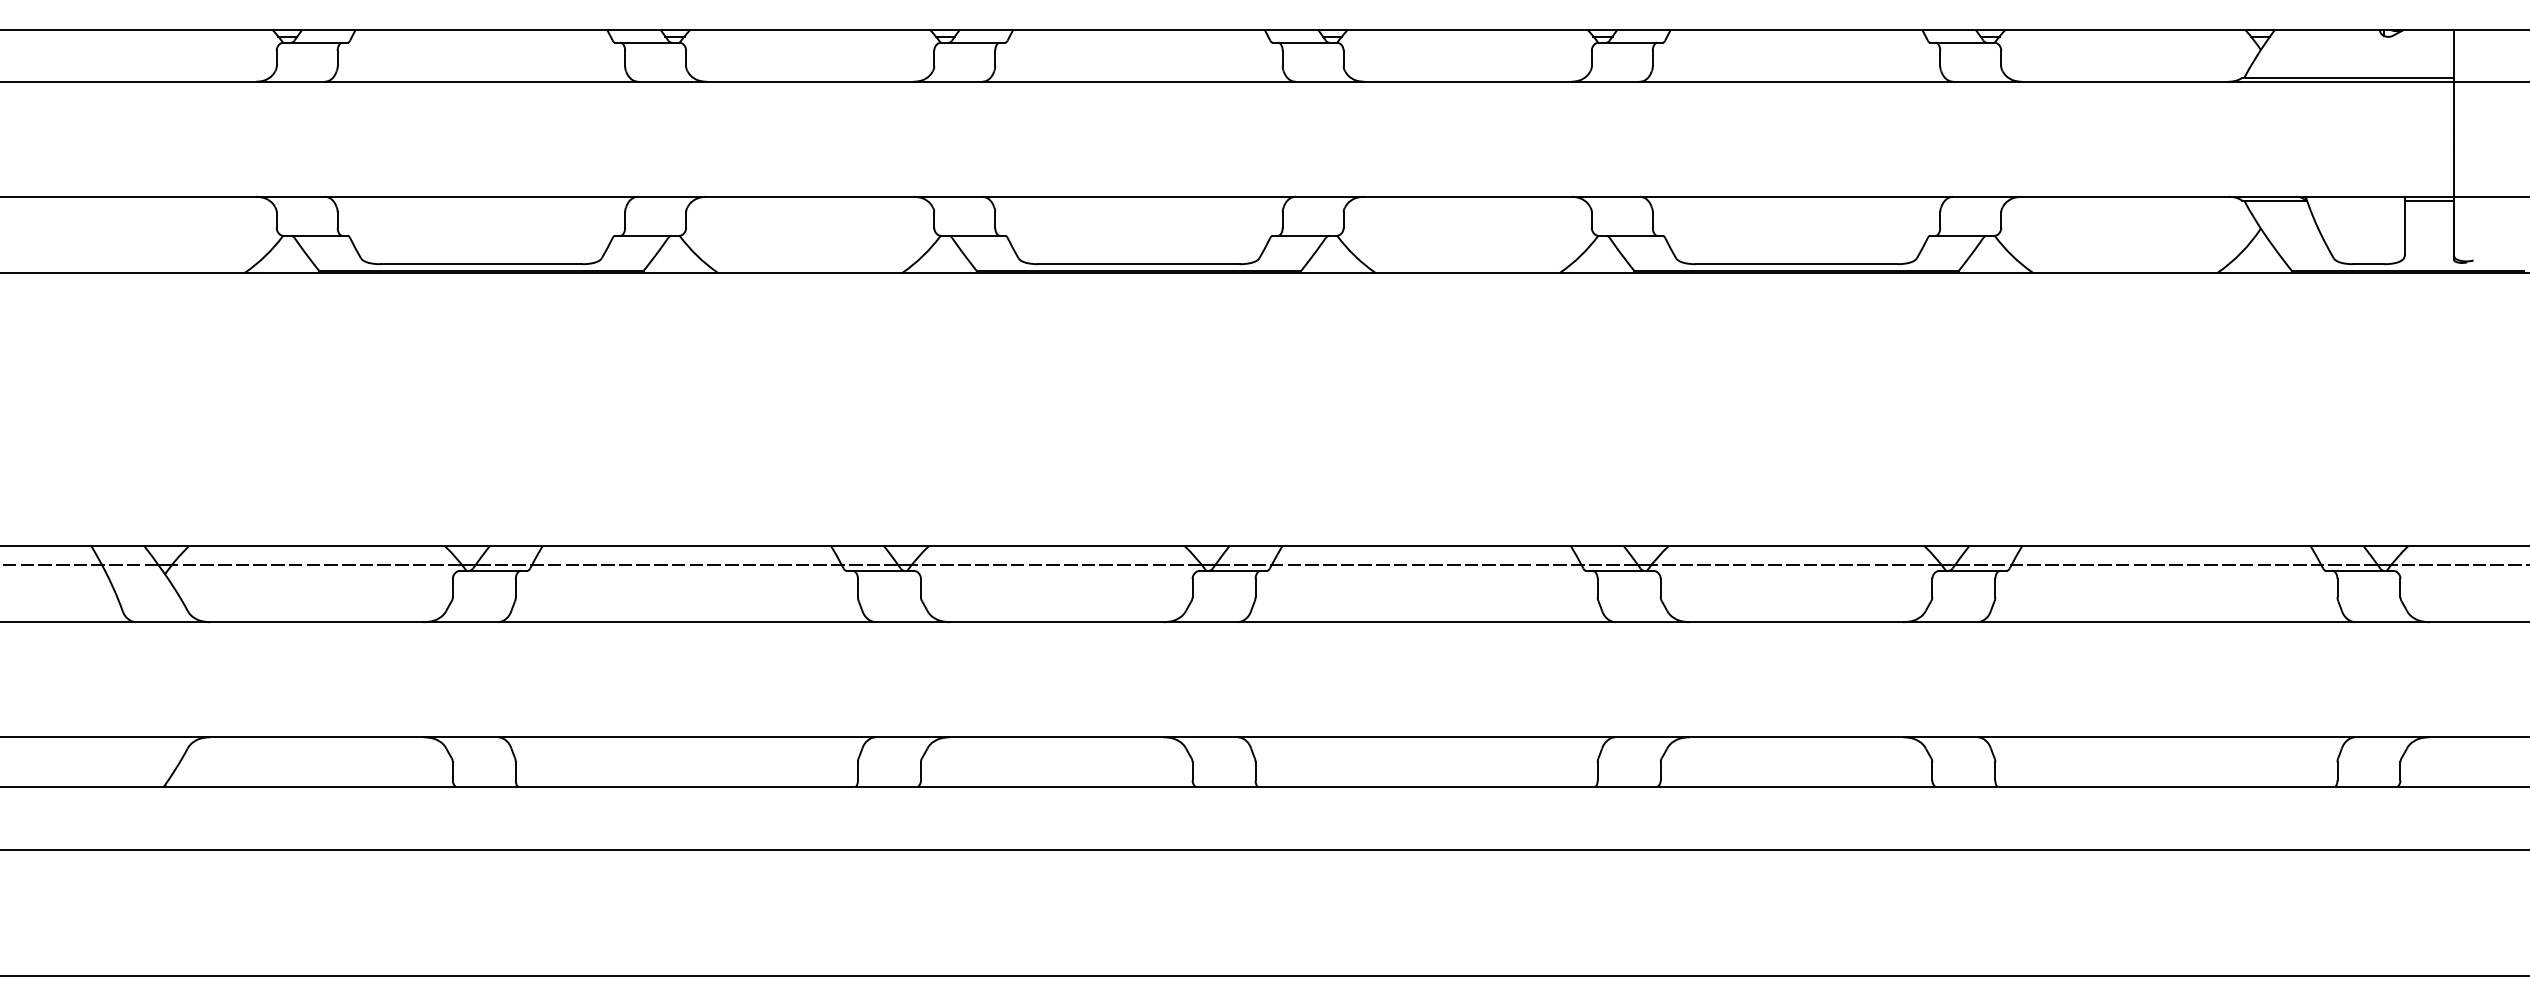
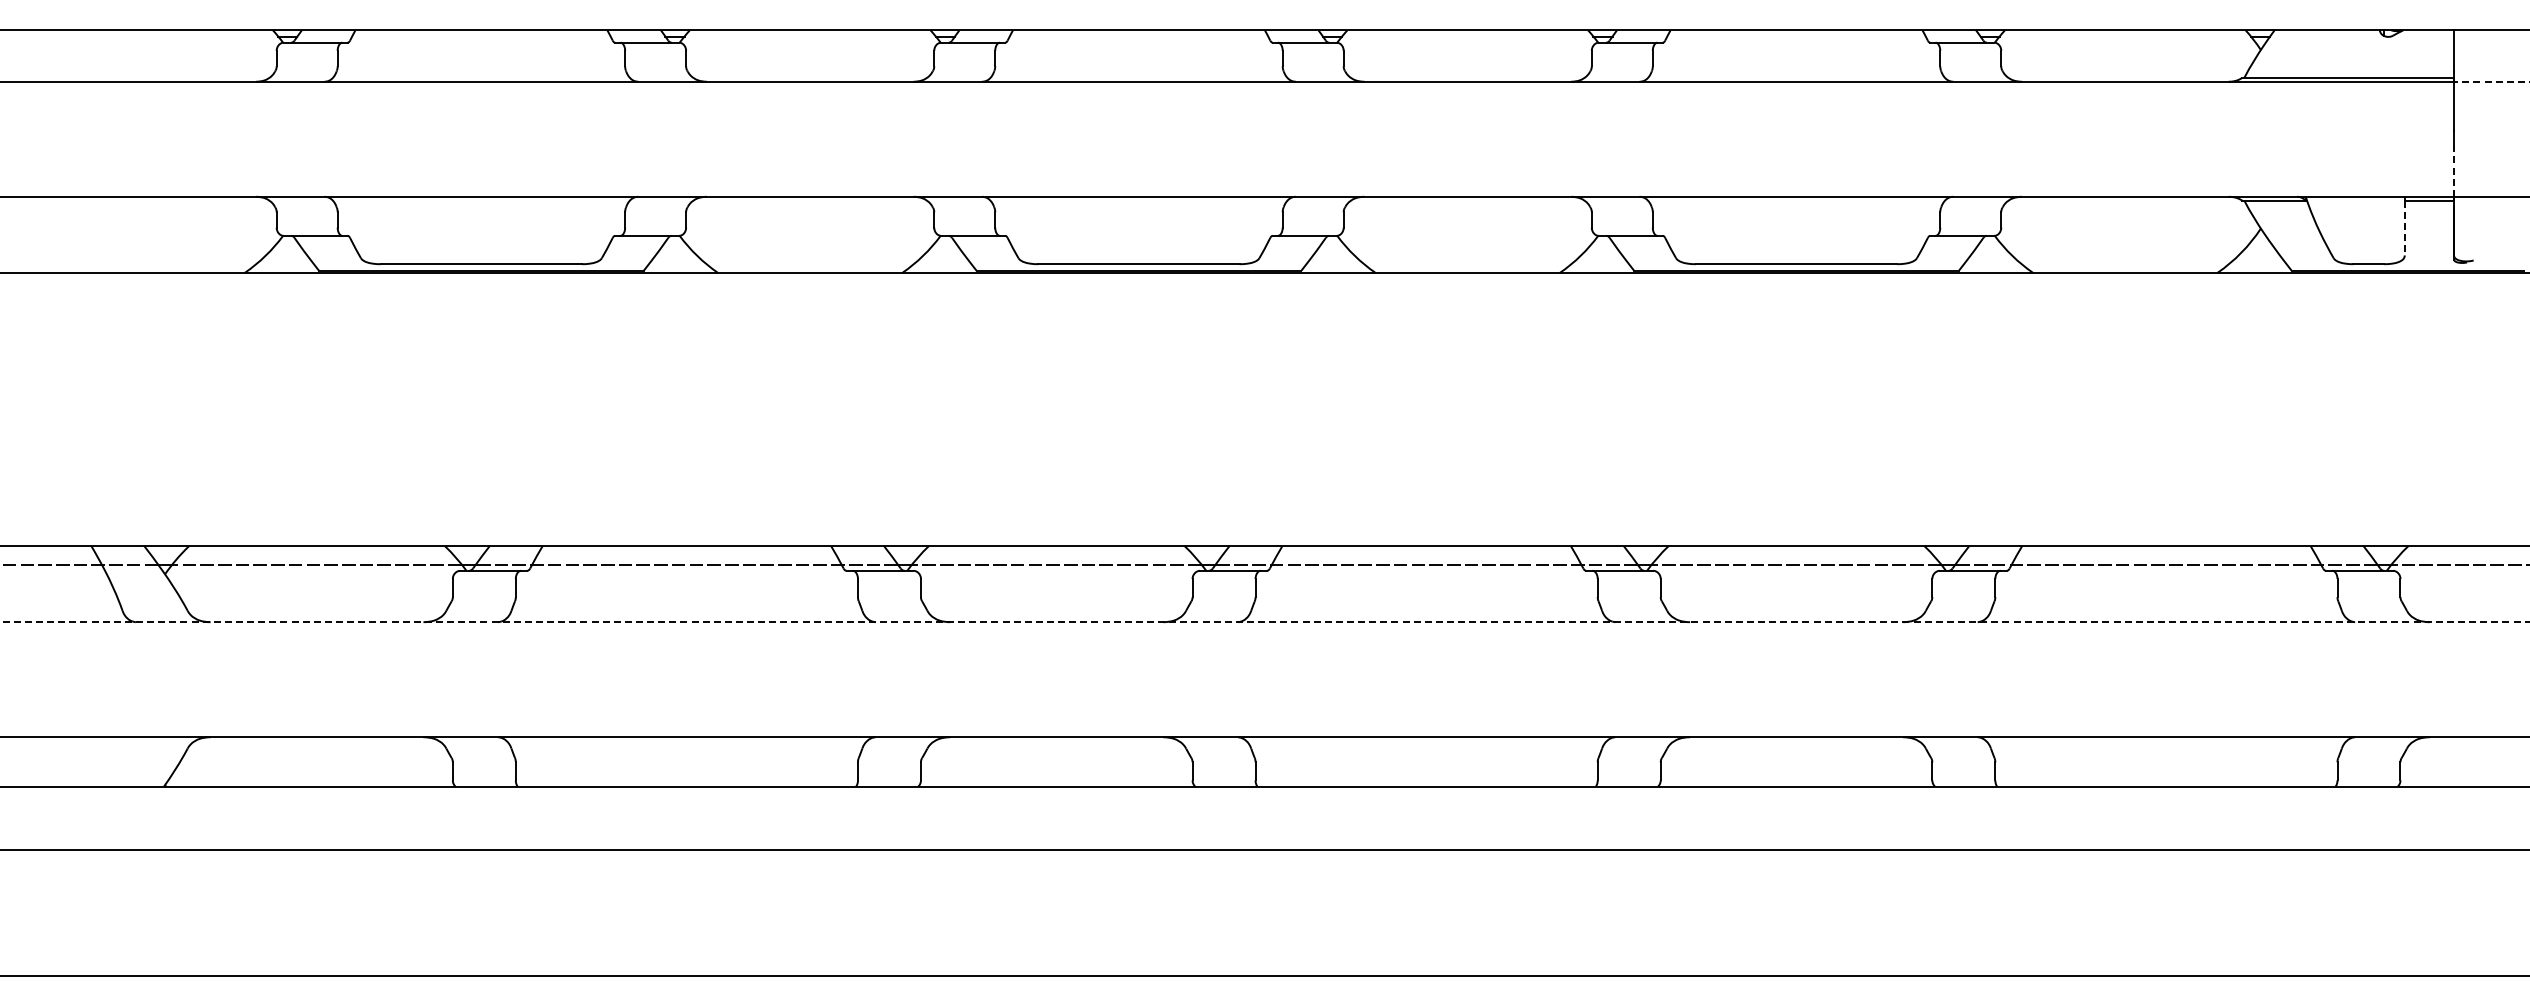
line at (2491, 81): solid -> dashed
line at (2454, 172): solid -> dashed
line at (2404, 228): solid -> dashed
line at (1265, 622): solid -> dashed
